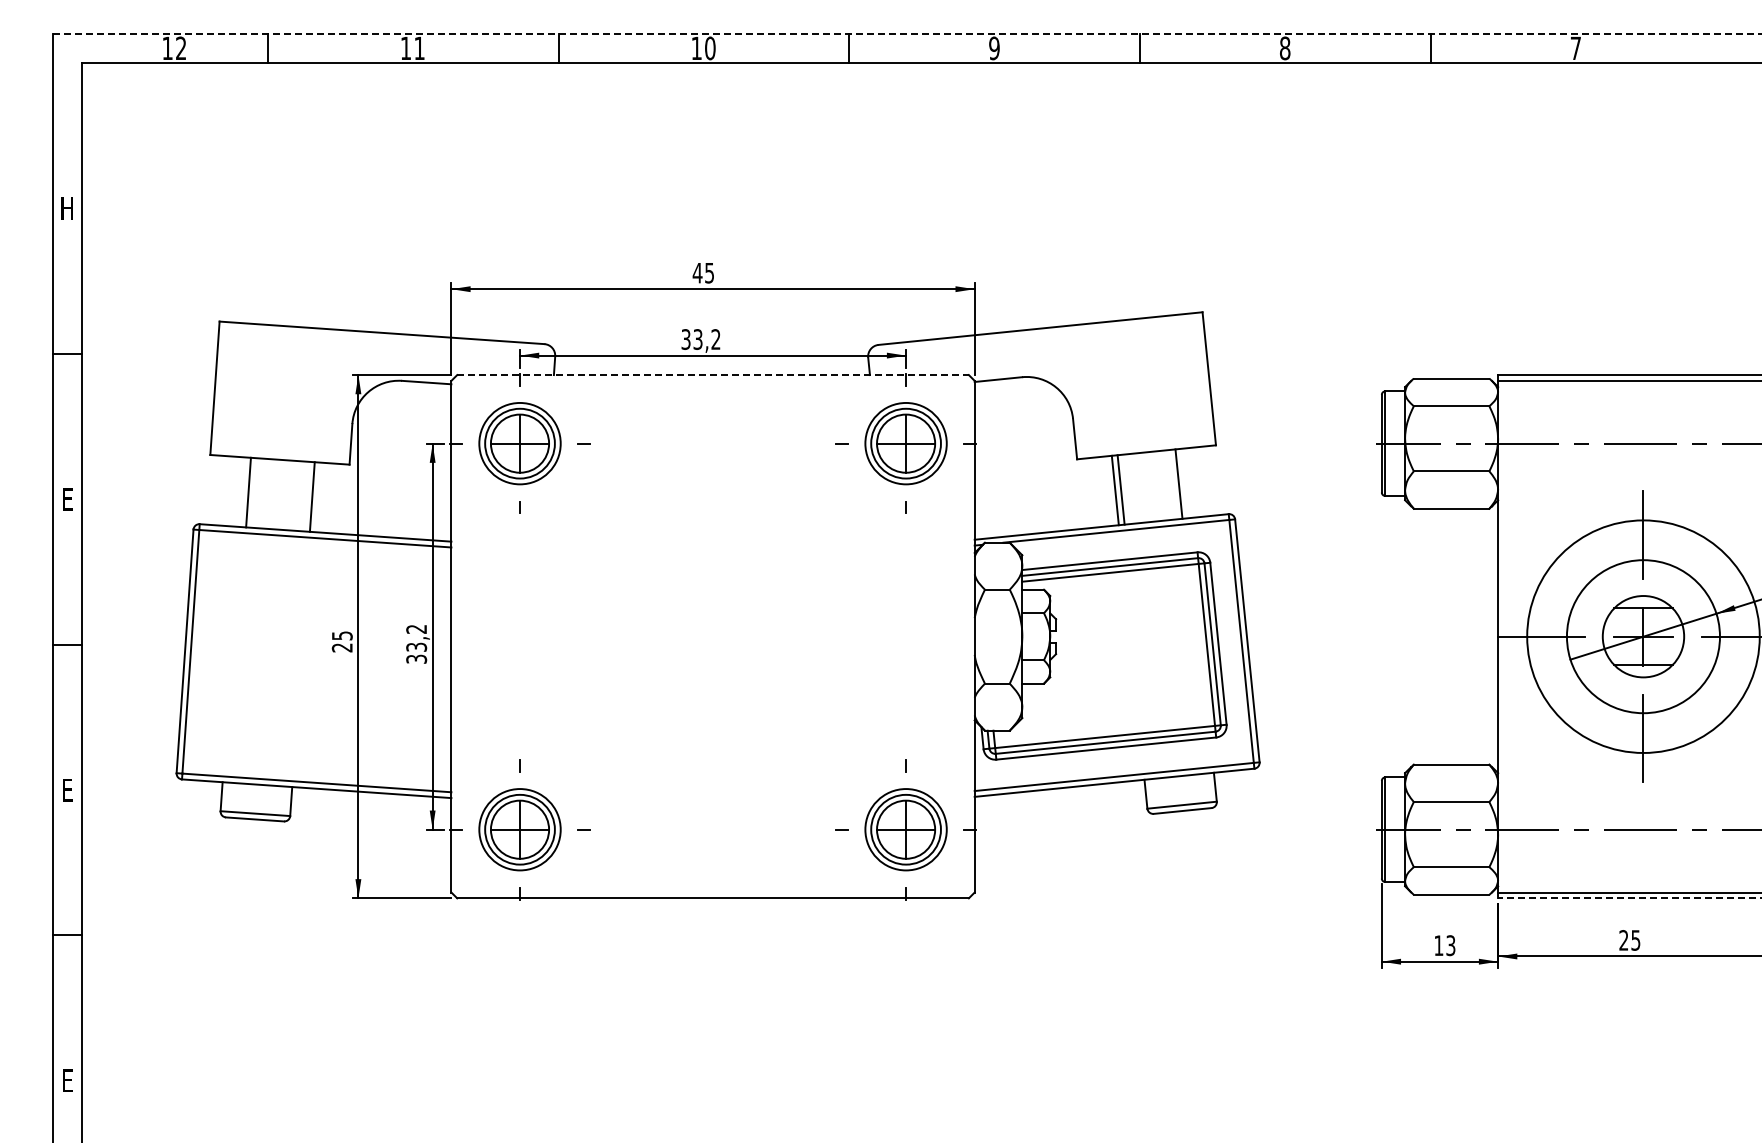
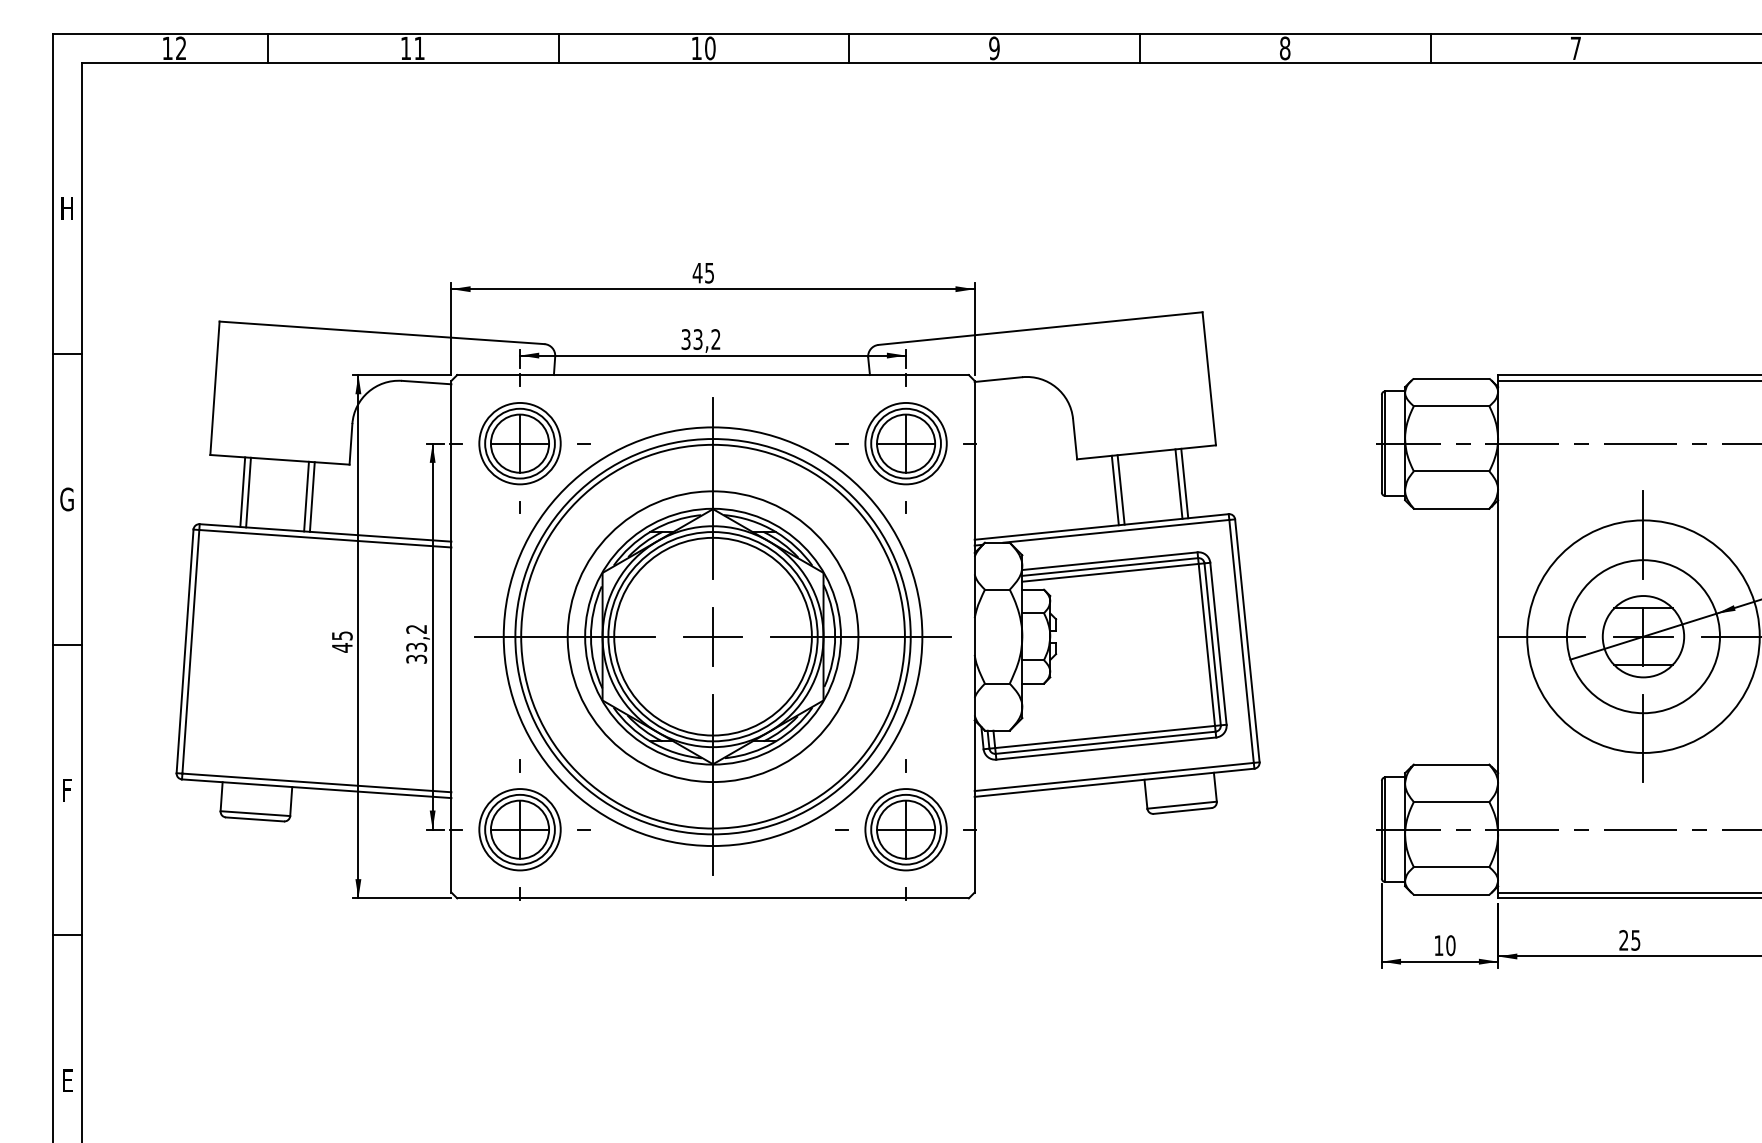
line at (907, 34): dashed -> solid
line at (713, 375): dashed -> solid
line at (1184, 483): none -> present
line at (242, 492): none -> present
line at (306, 496): none -> present
text at (66, 499): E -> G
part at (712, 636): none -> present
text at (341, 647): 25 -> 45
text at (68, 794): E -> F
line at (1629, 898): dashed -> solid
text at (1450, 945): 13 -> 10
